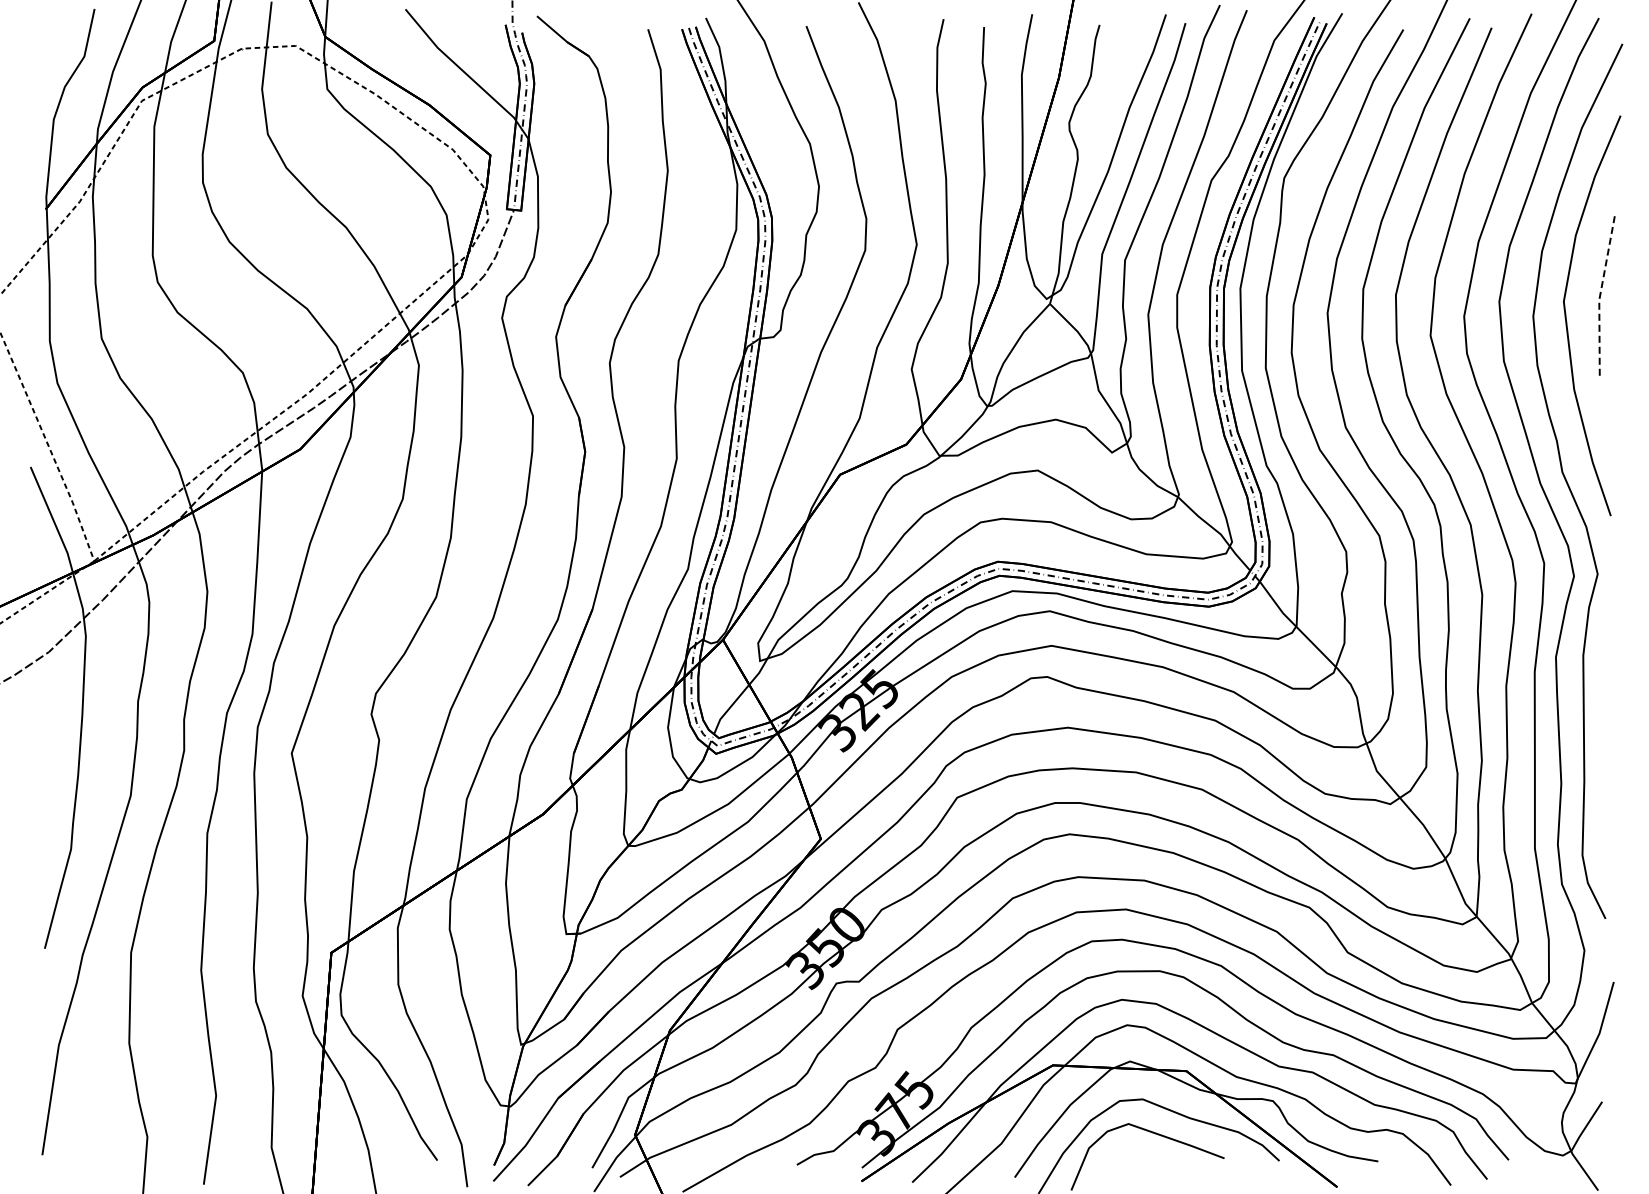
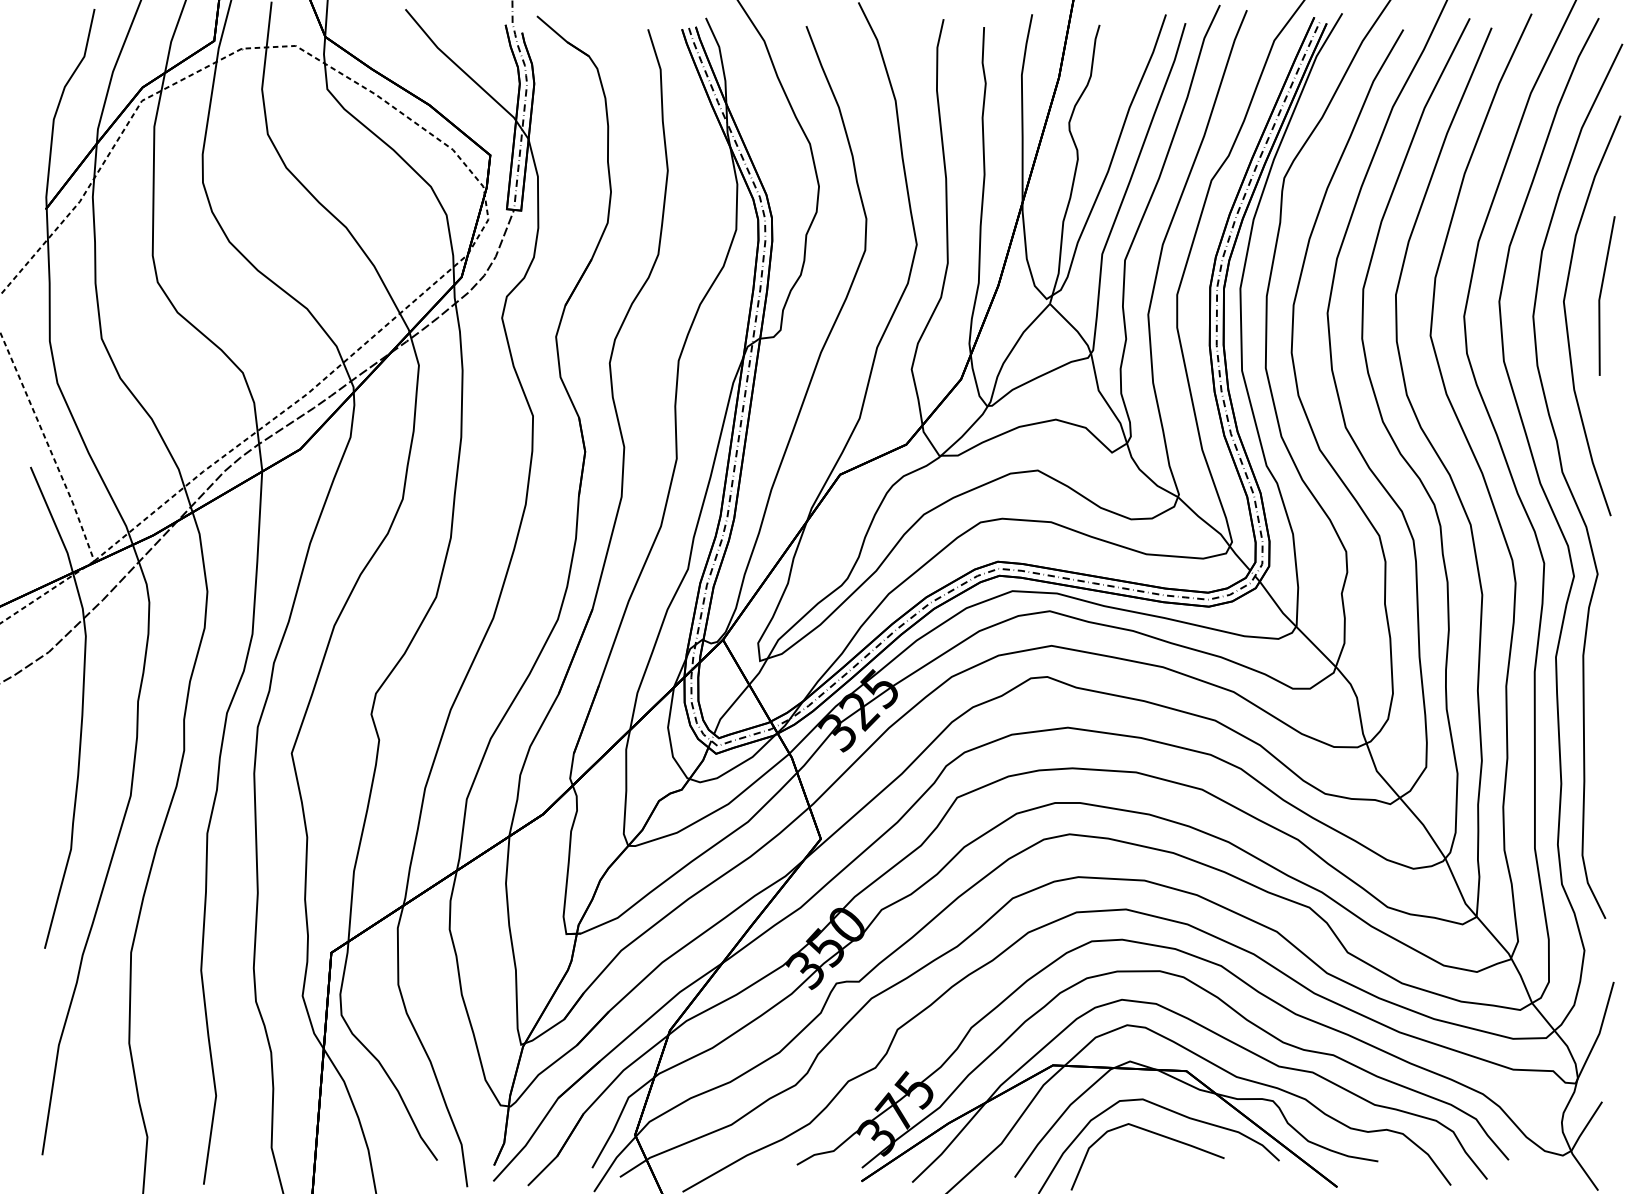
line at (1600, 296): dashed -> solid
